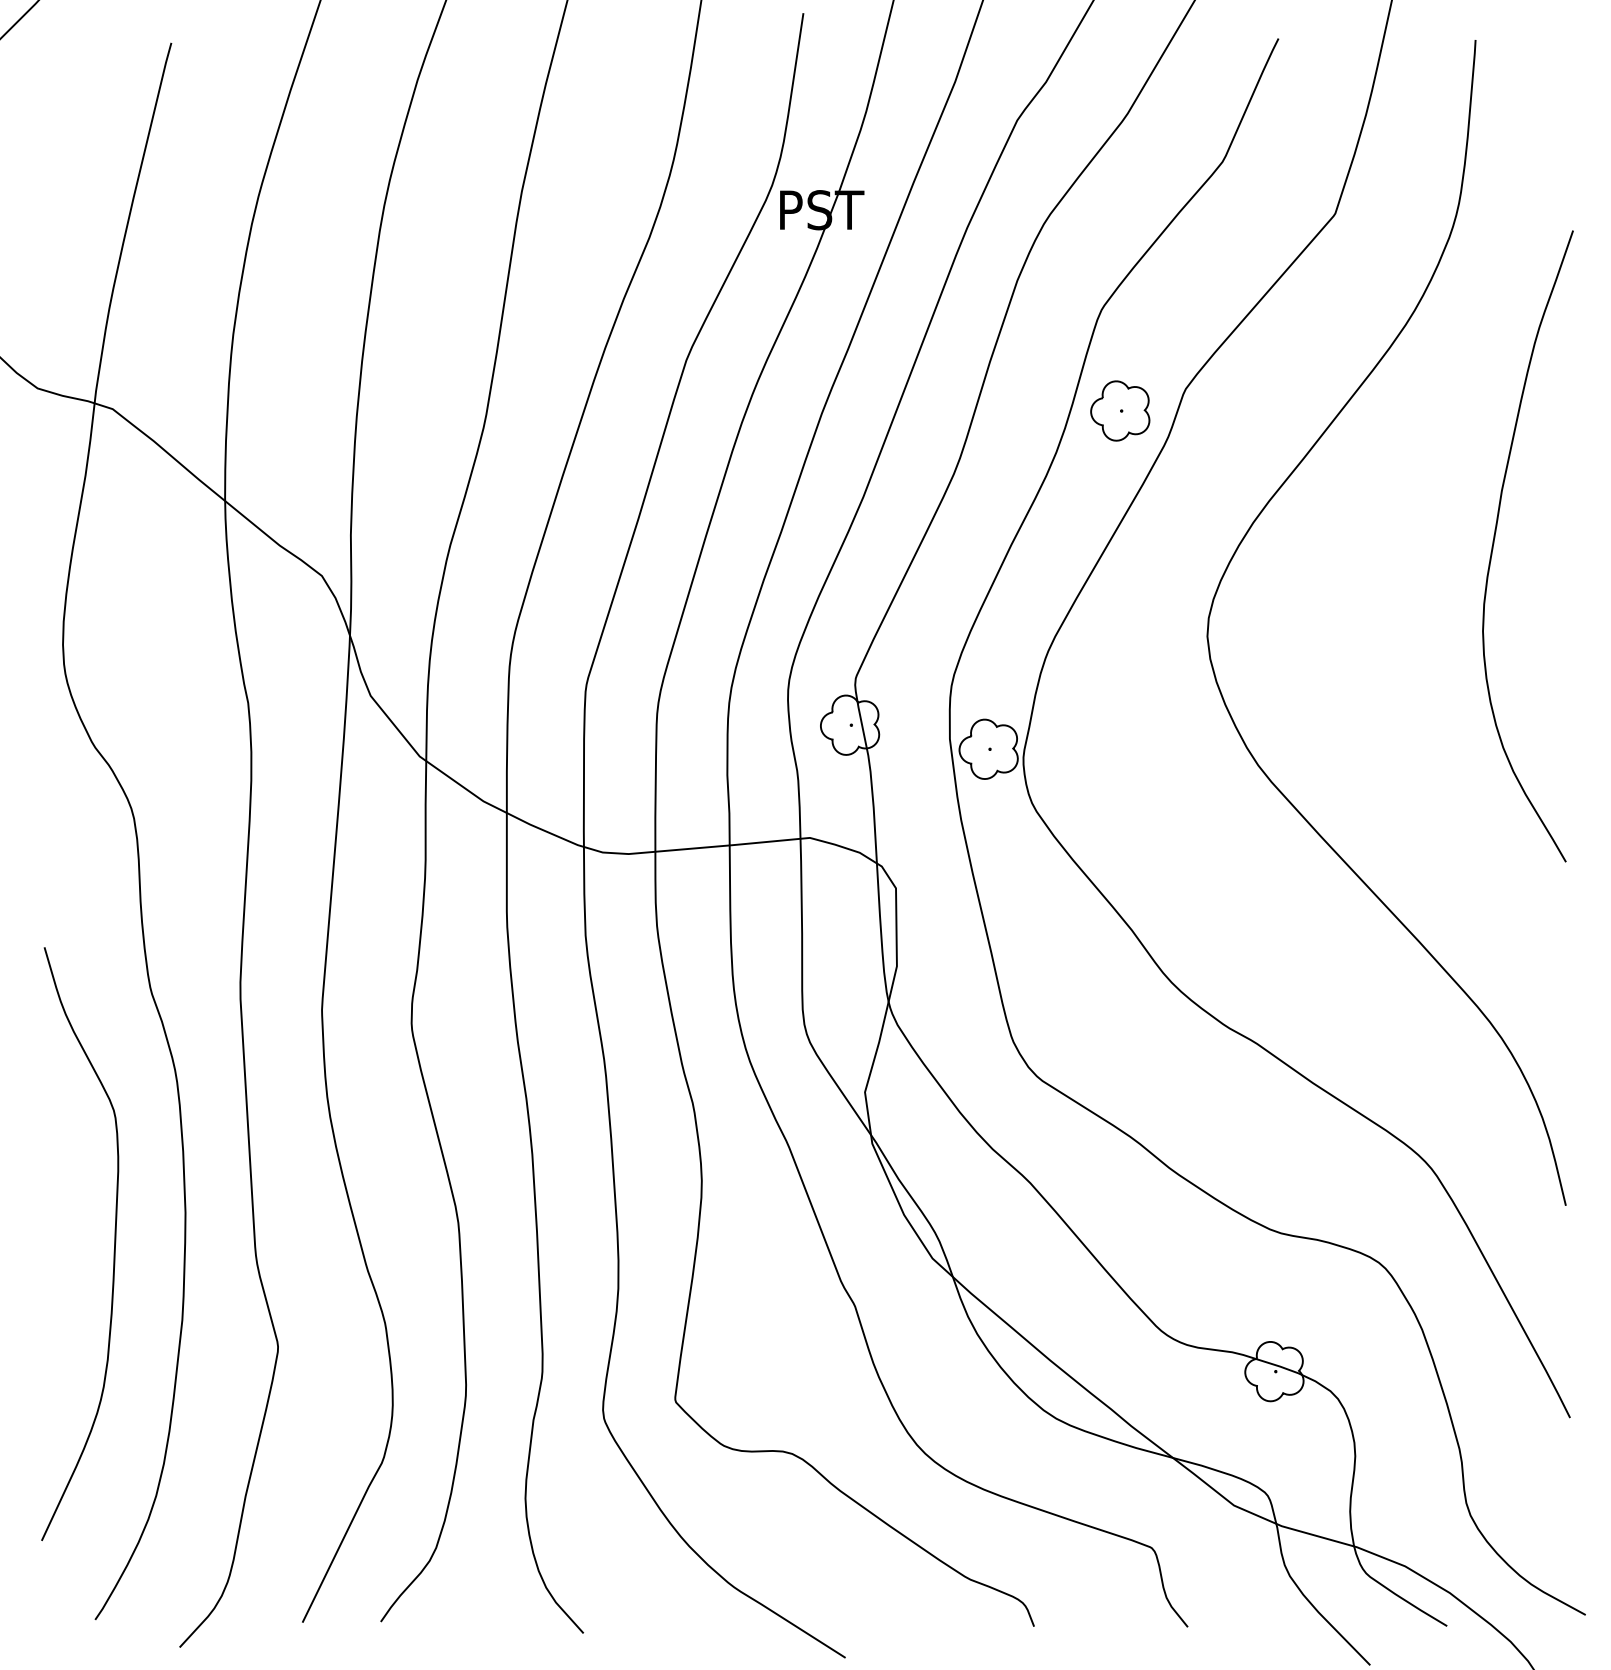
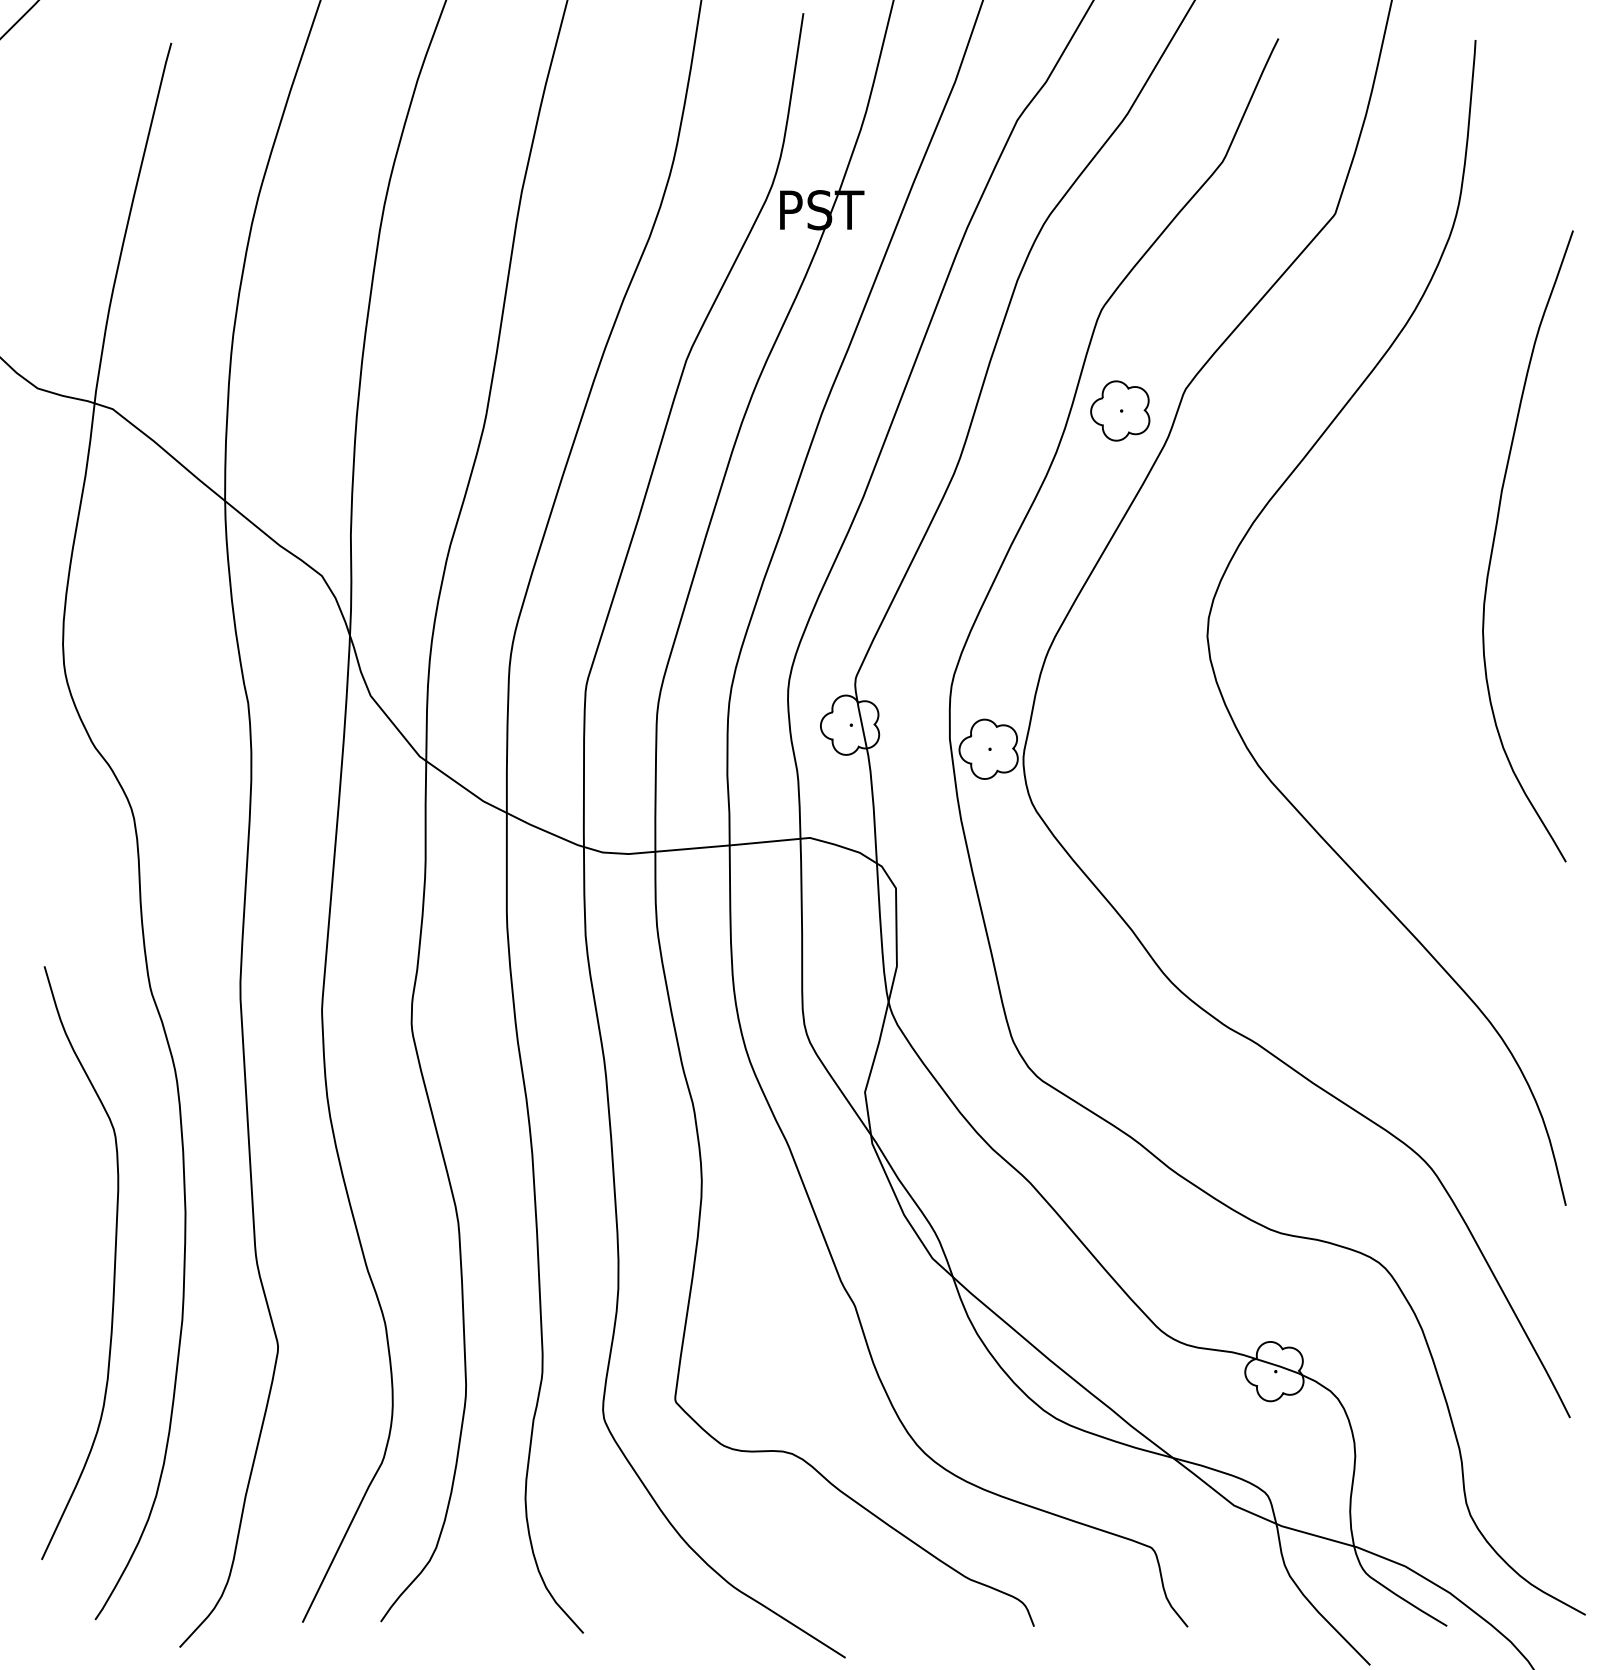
curve at (113, 1251) position: (113, 1251) -> (113, 1270)
